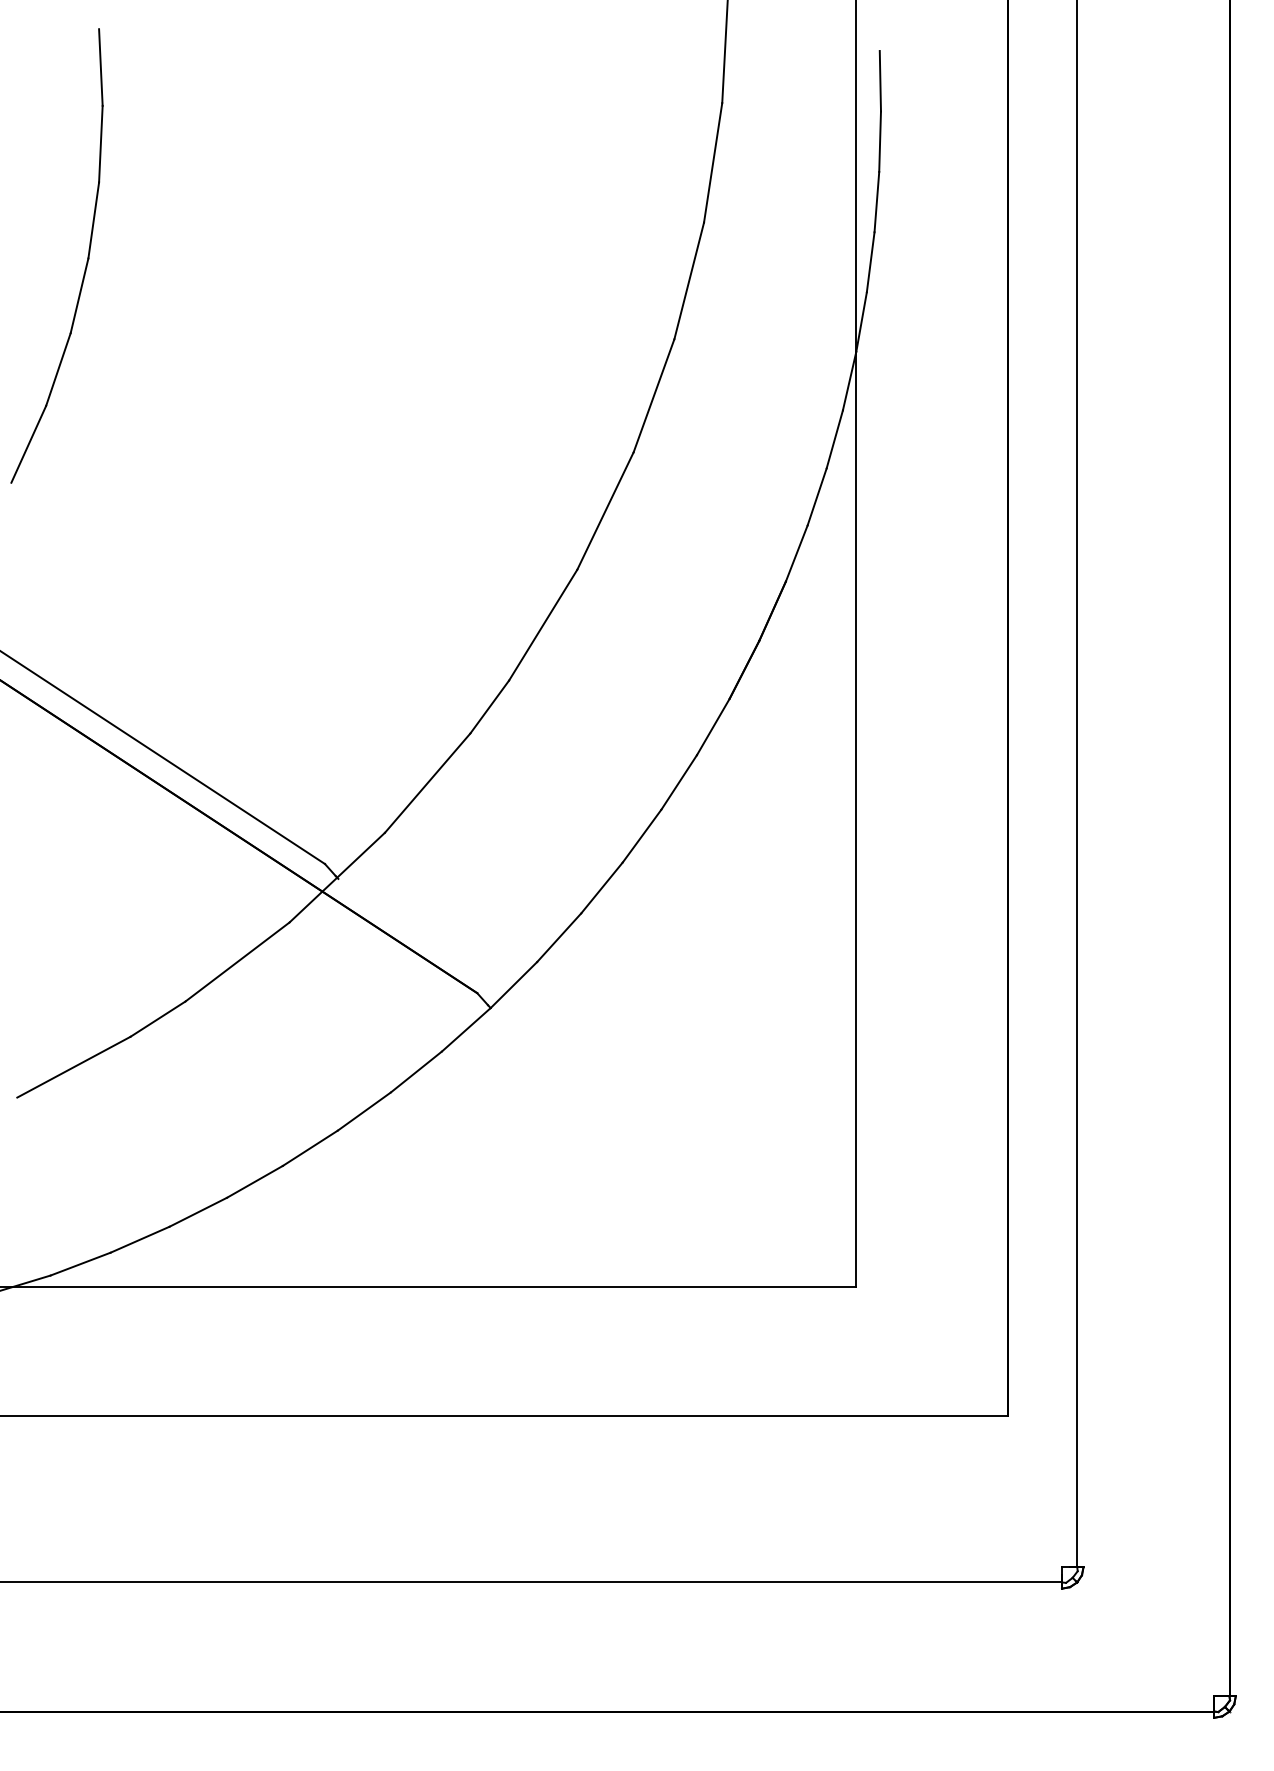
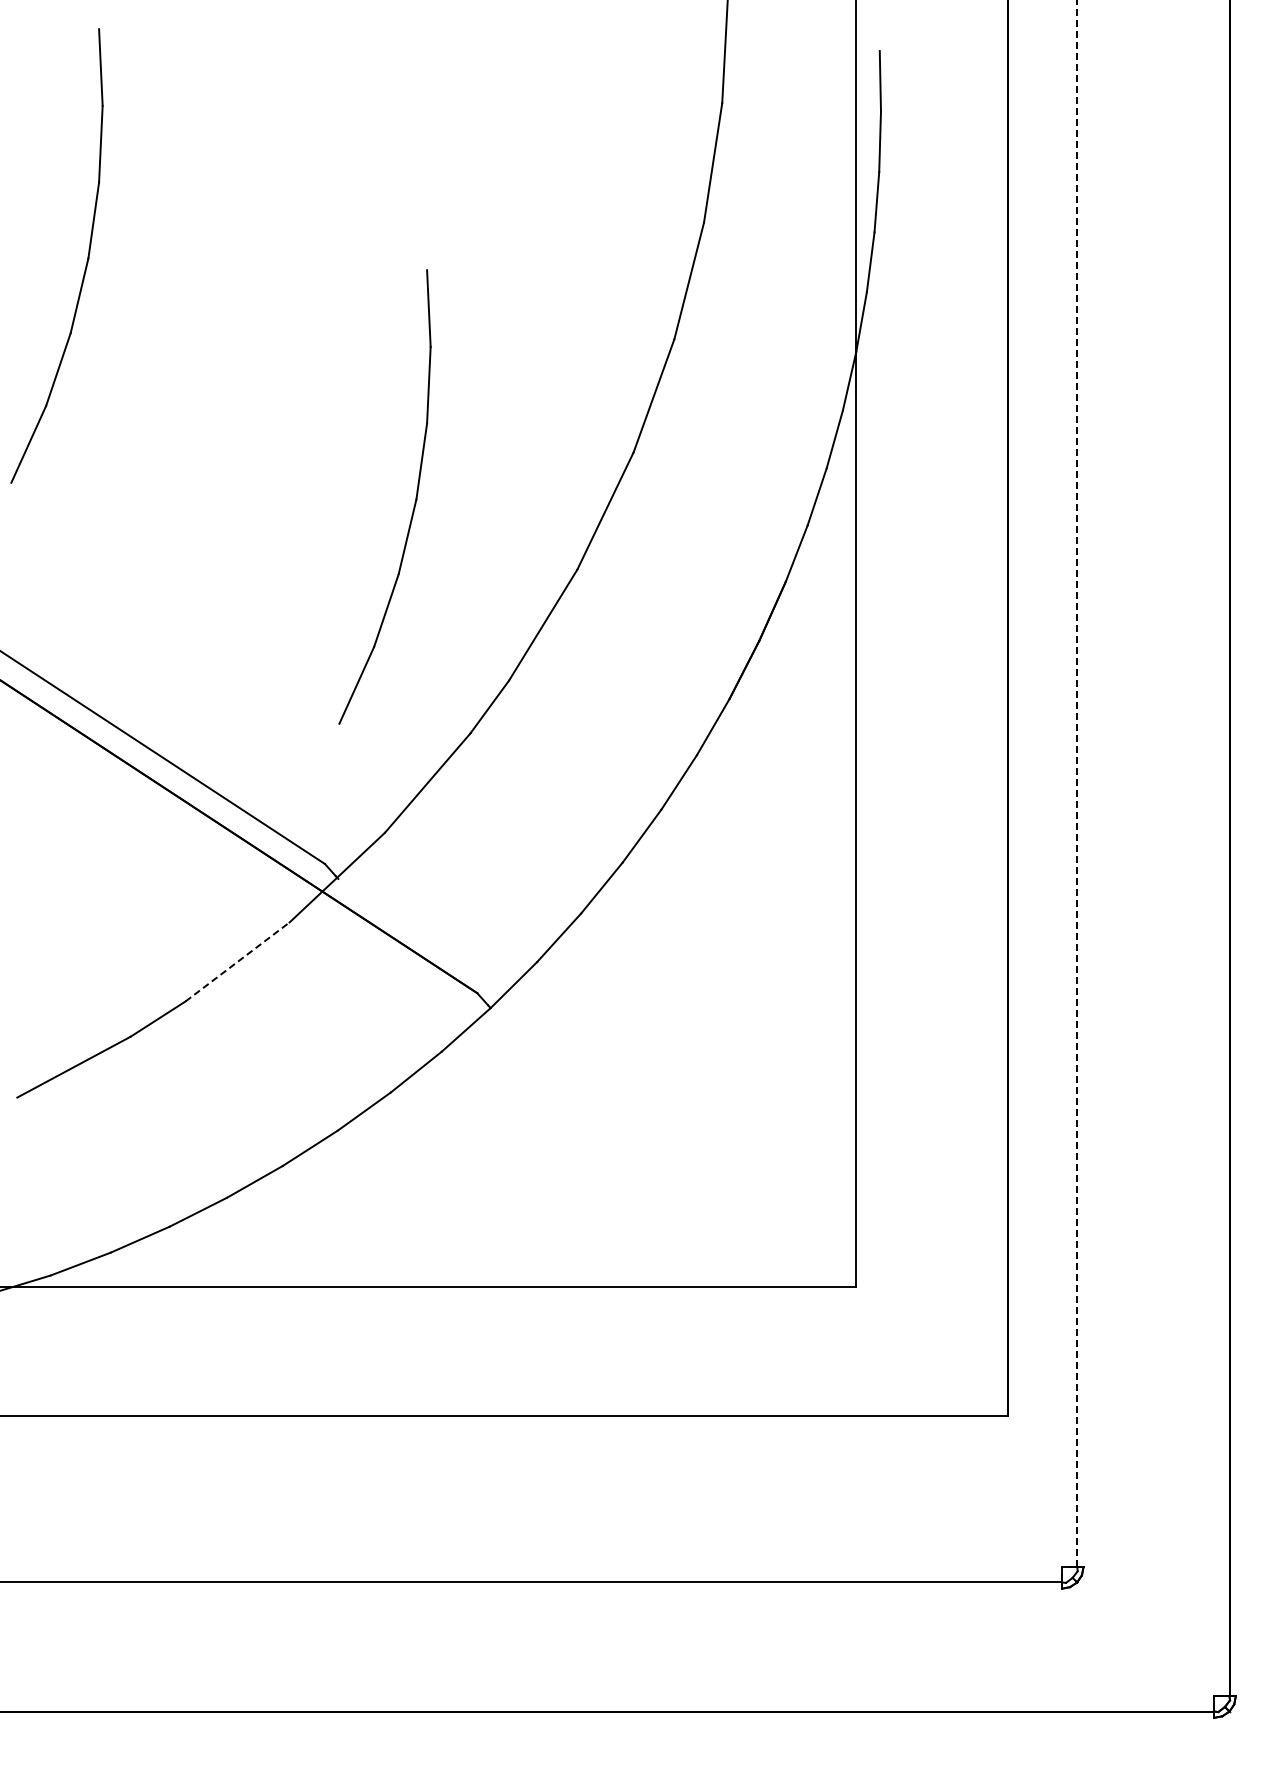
part at (414, 502): none -> present
line at (1077, 783): solid -> dashed
line at (237, 961): solid -> dashed
